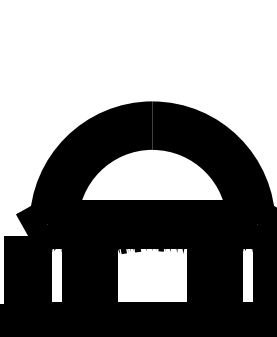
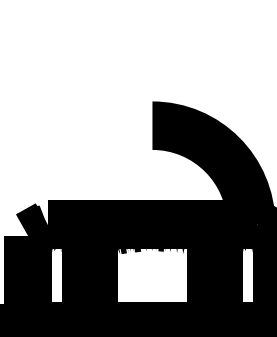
fill at (90, 162): present -> none
